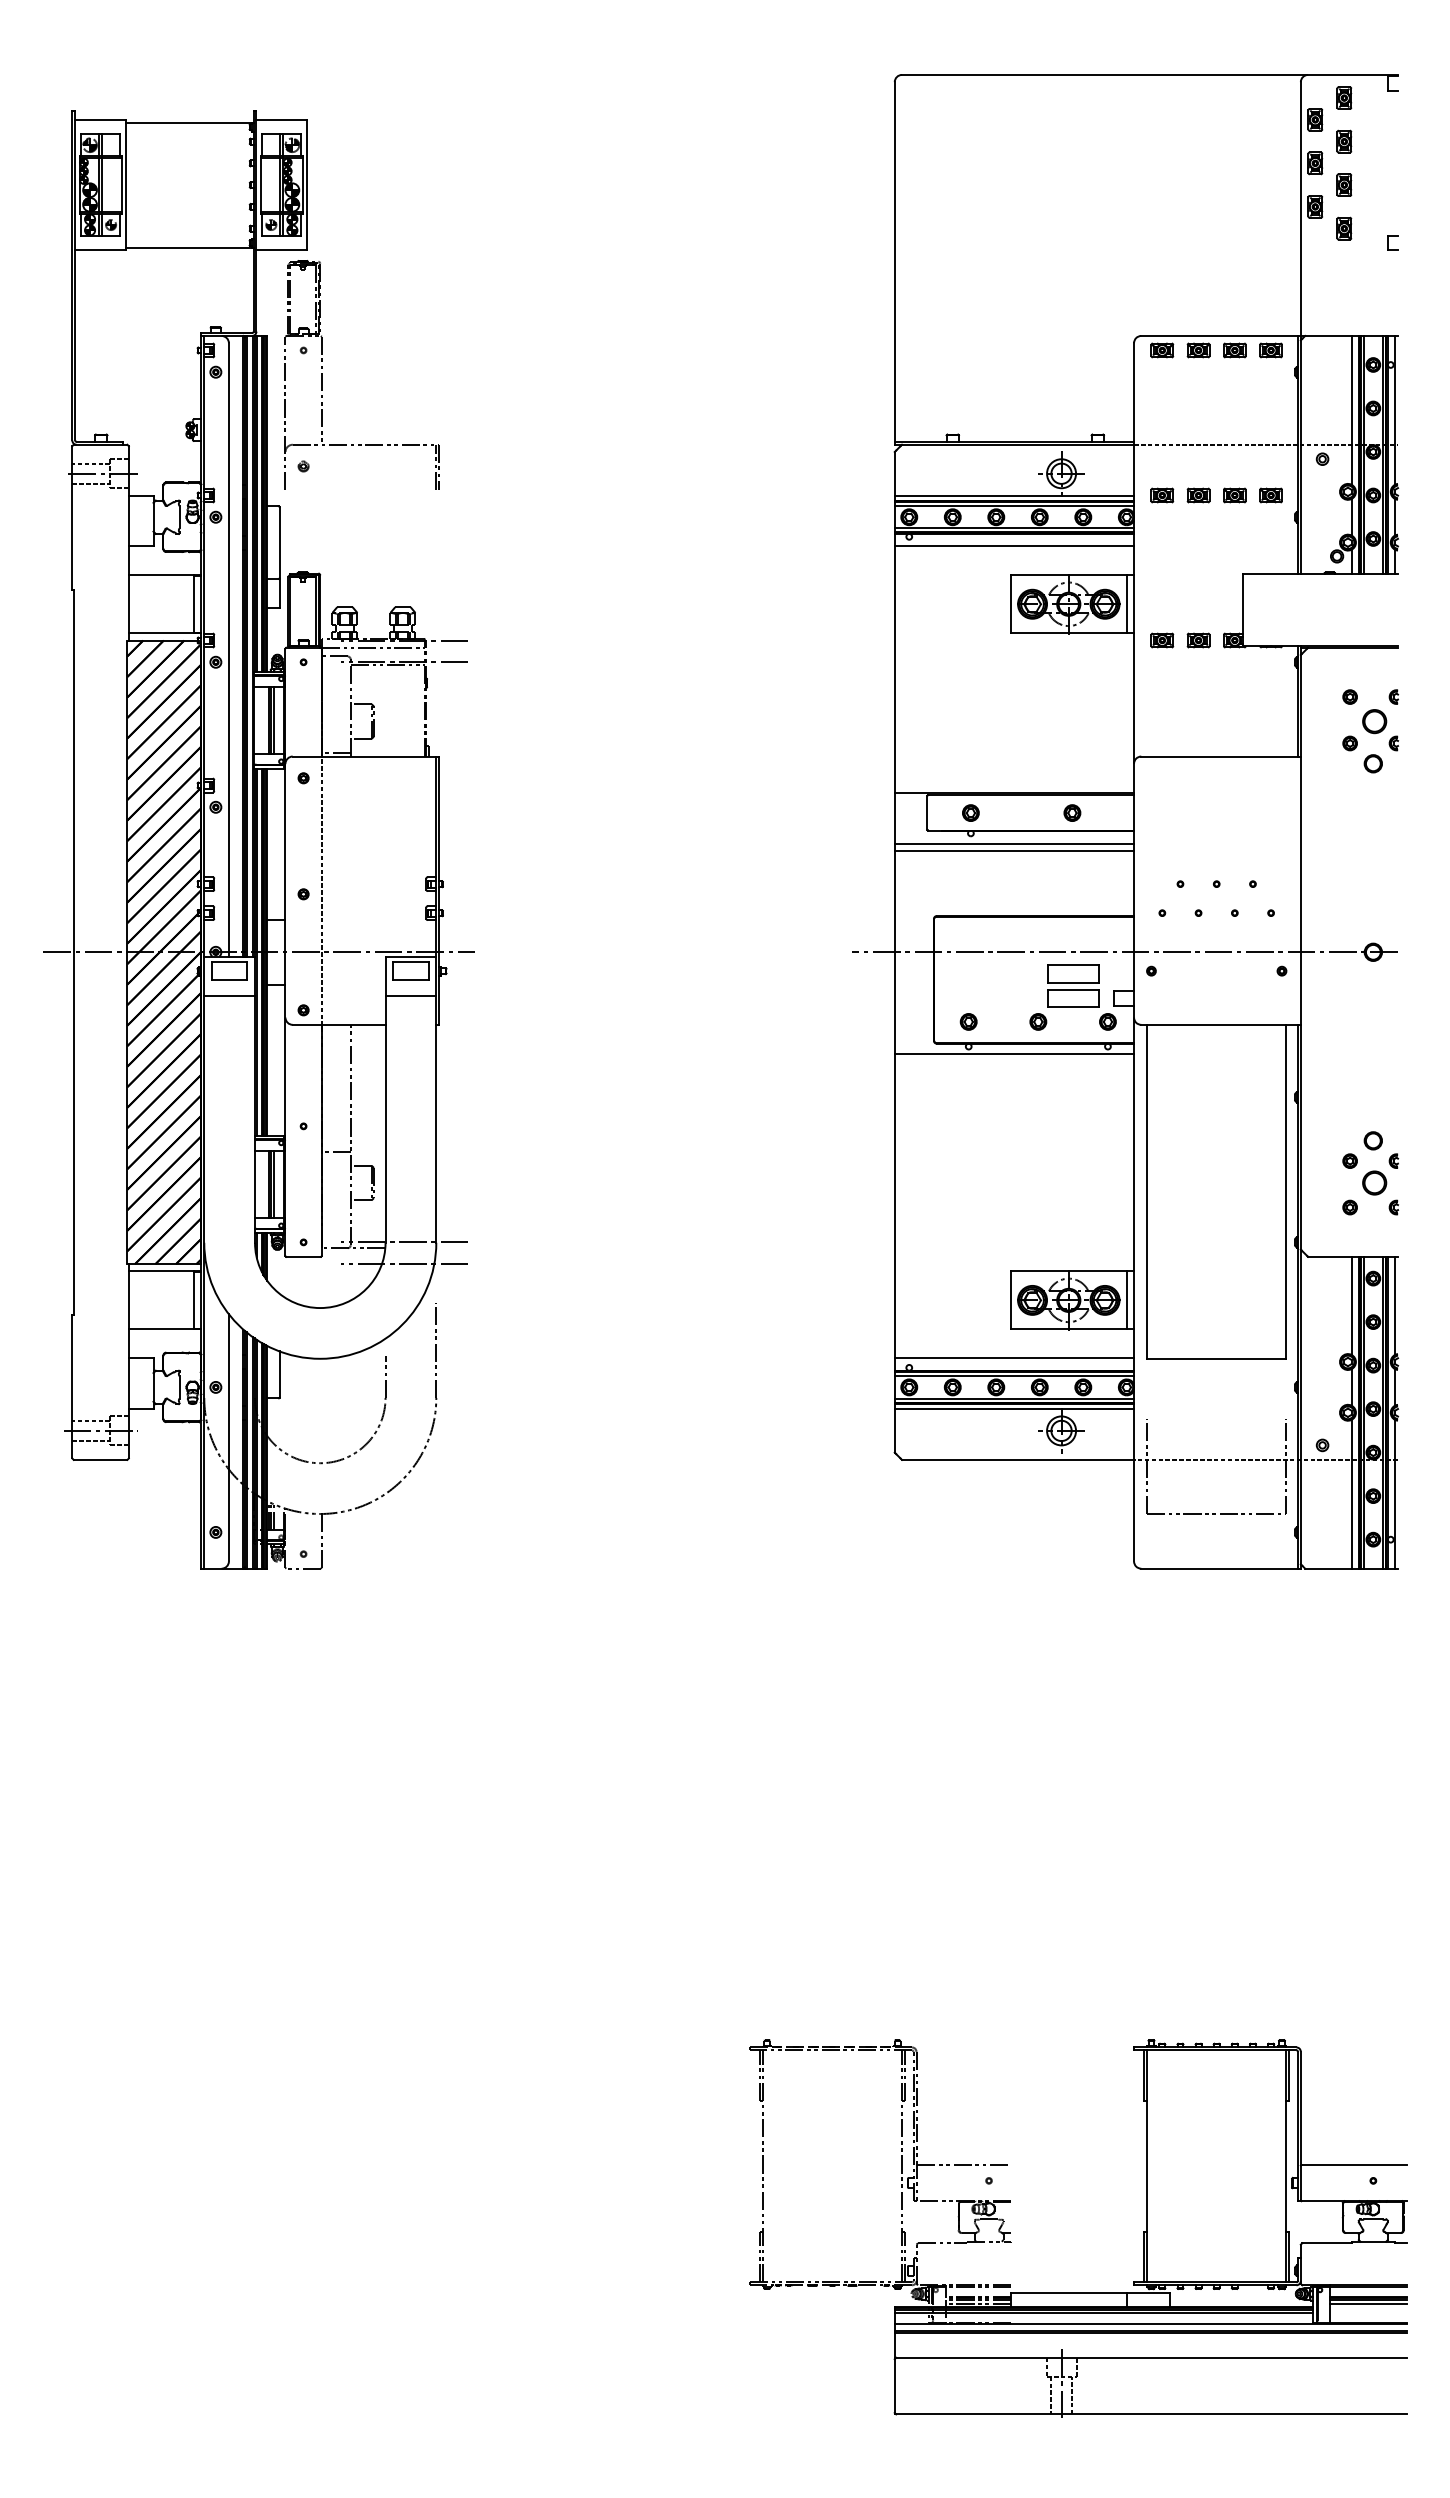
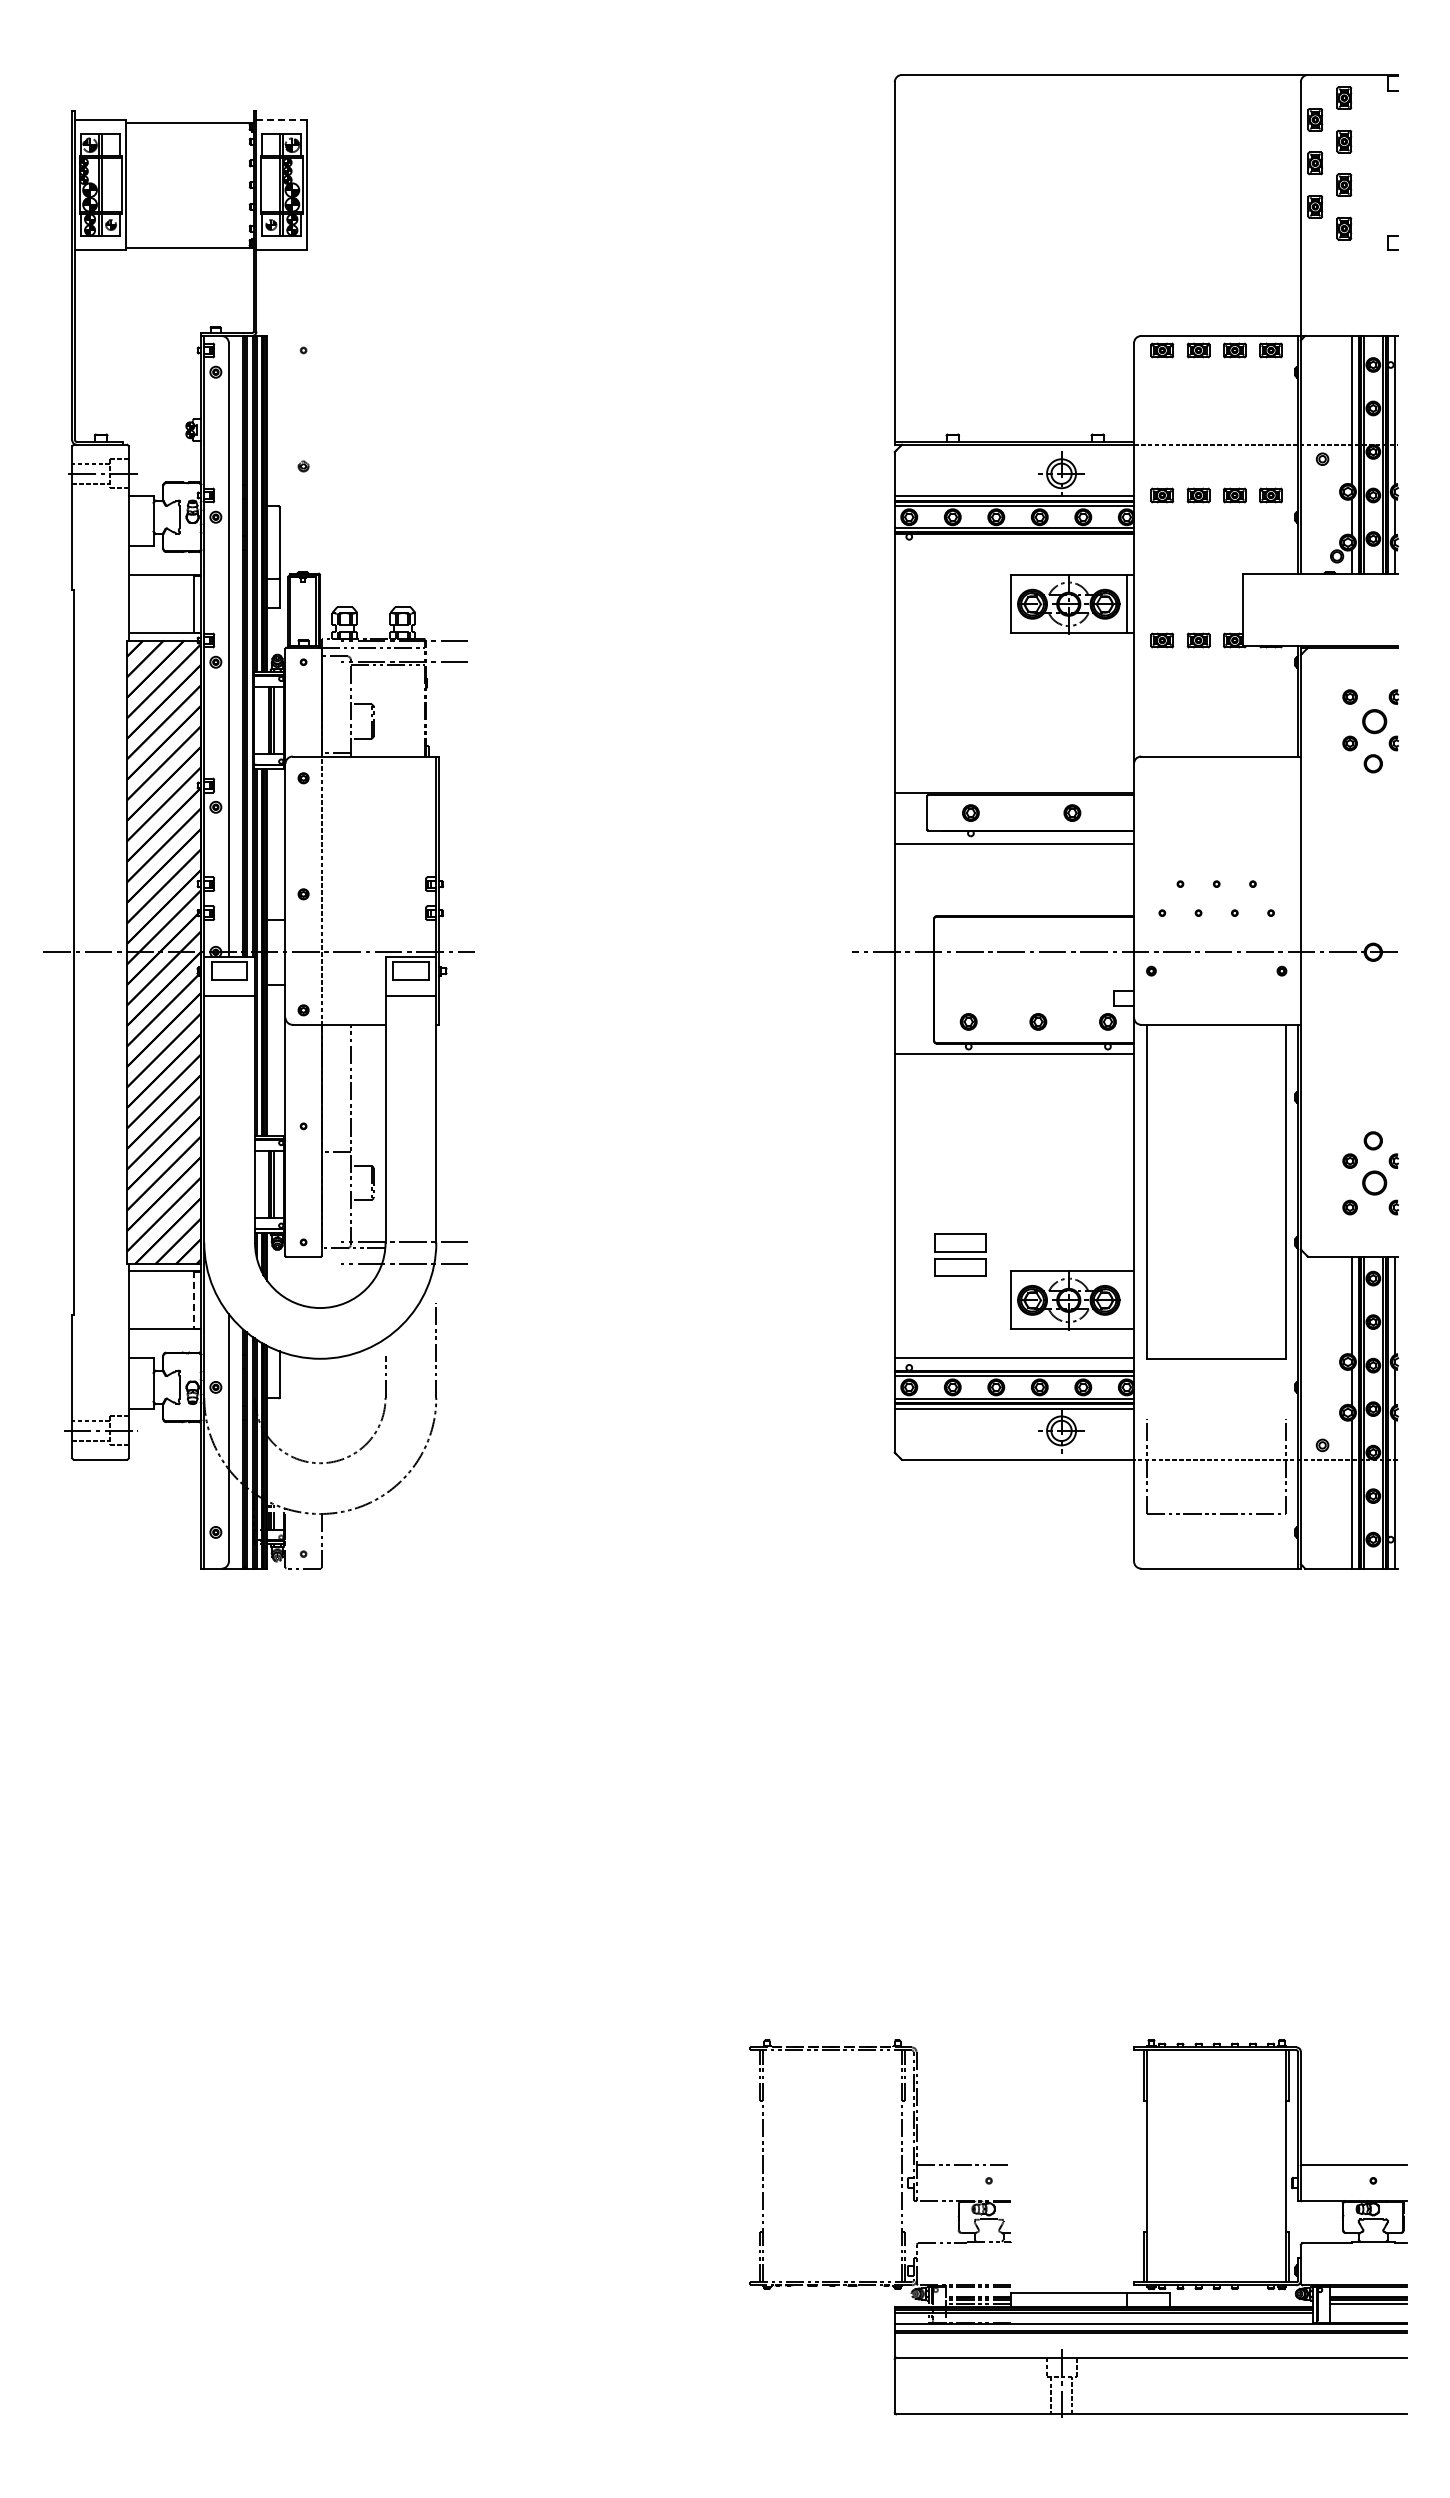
line at (281, 119): solid -> dashed
part at (322, 374): present -> none
line at (1014, 546): present -> none
line at (1014, 850): present -> none
part at (1073, 985) position: (1073, 985) -> (960, 1254)
line at (194, 1300): solid -> dashed
line at (1126, 1300): present -> none
